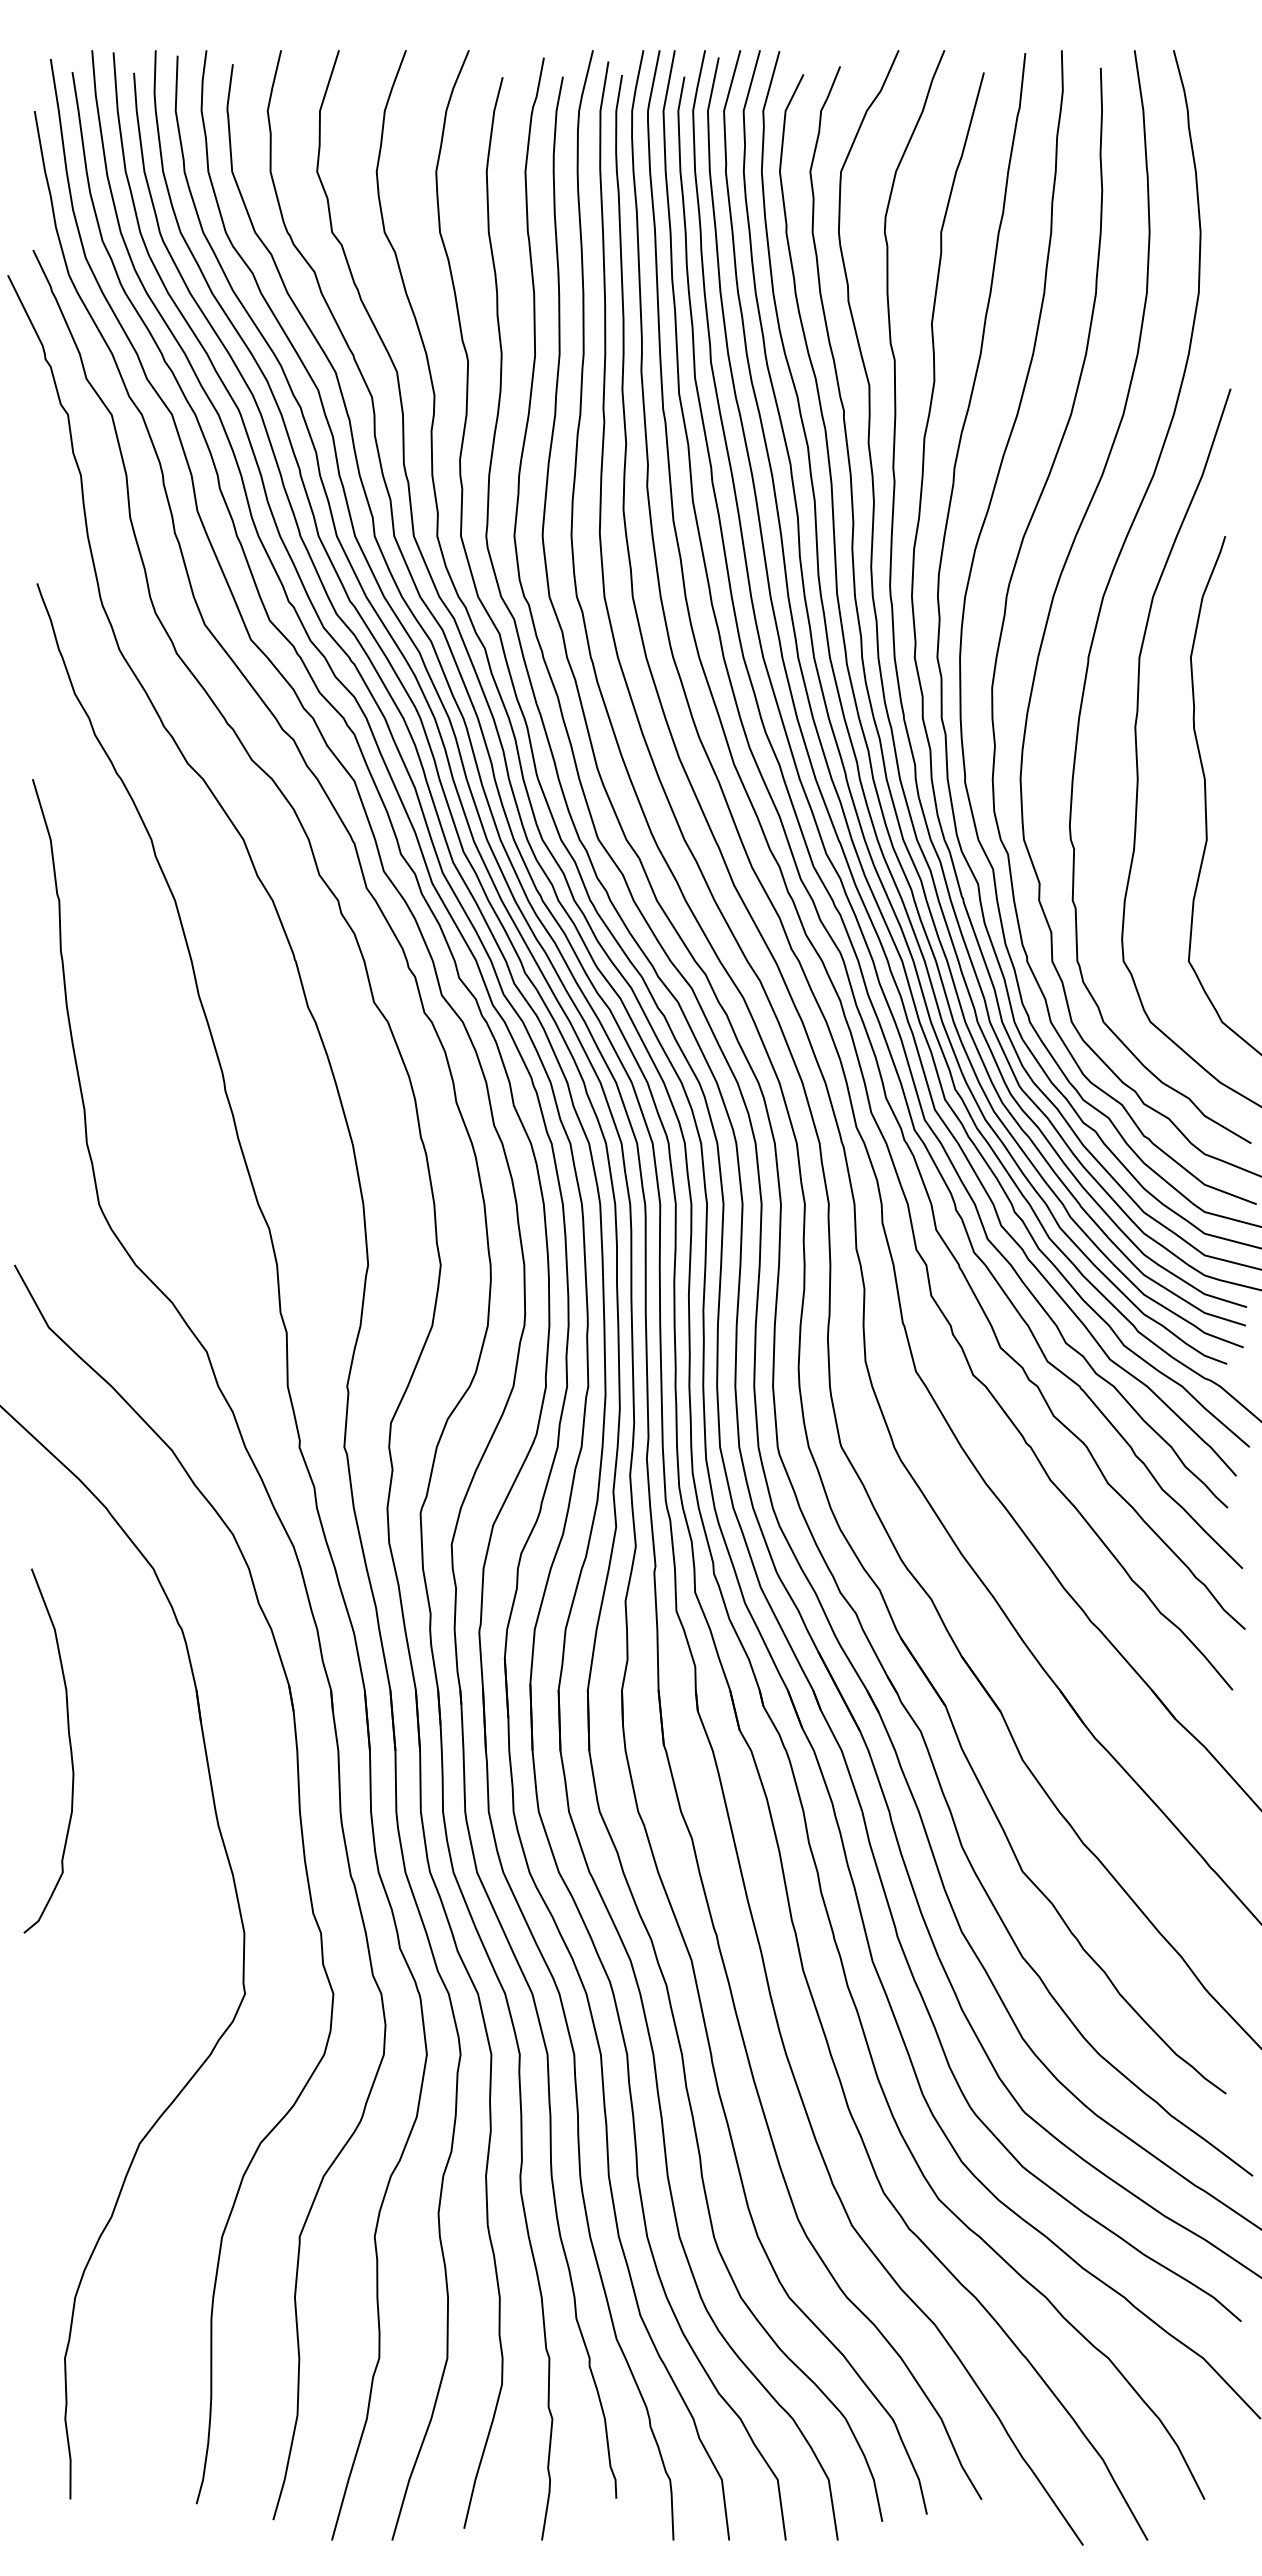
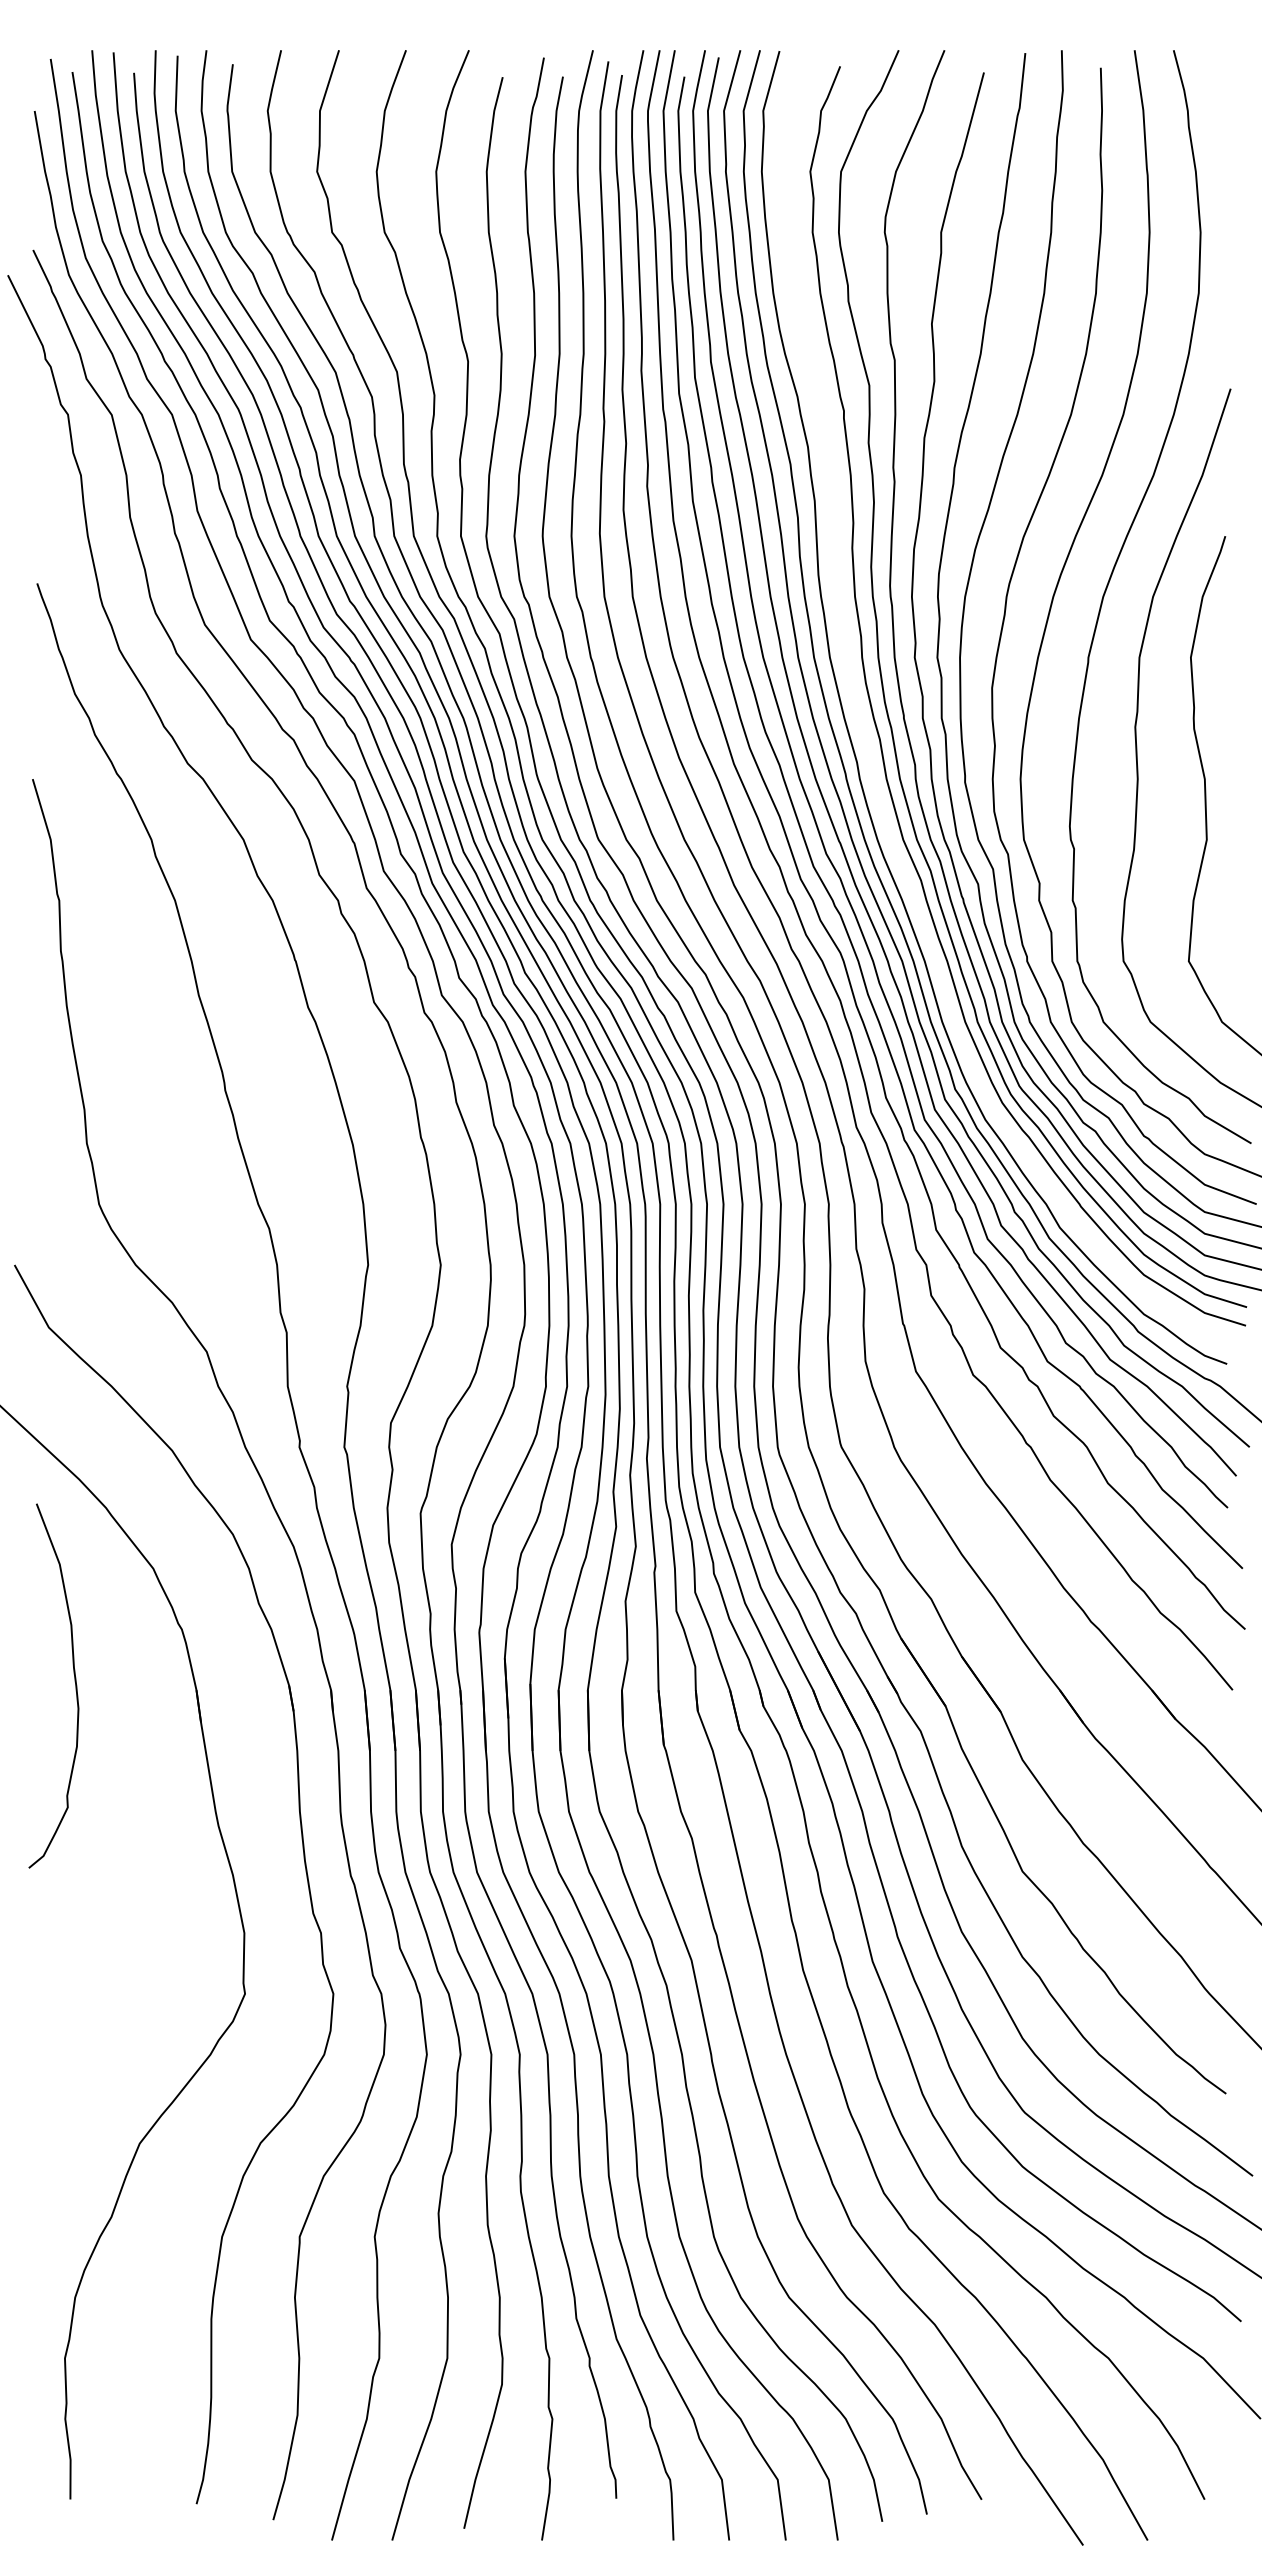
curve at (868, 746): present -> none
curve at (69, 1746) position: (69, 1746) -> (74, 1681)
